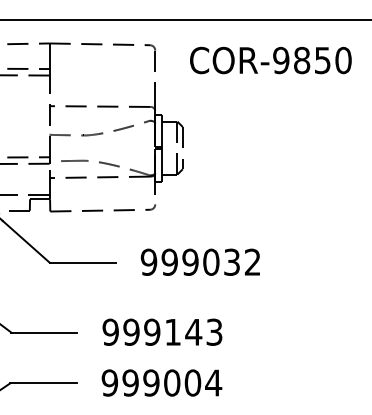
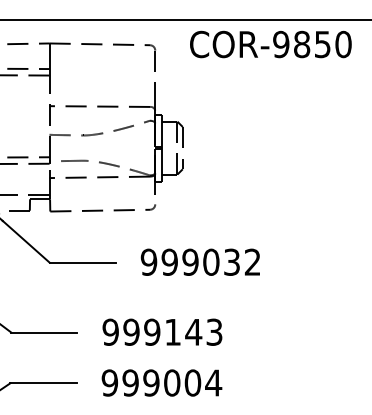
text at (270, 60) position: (270, 60) -> (270, 44)
